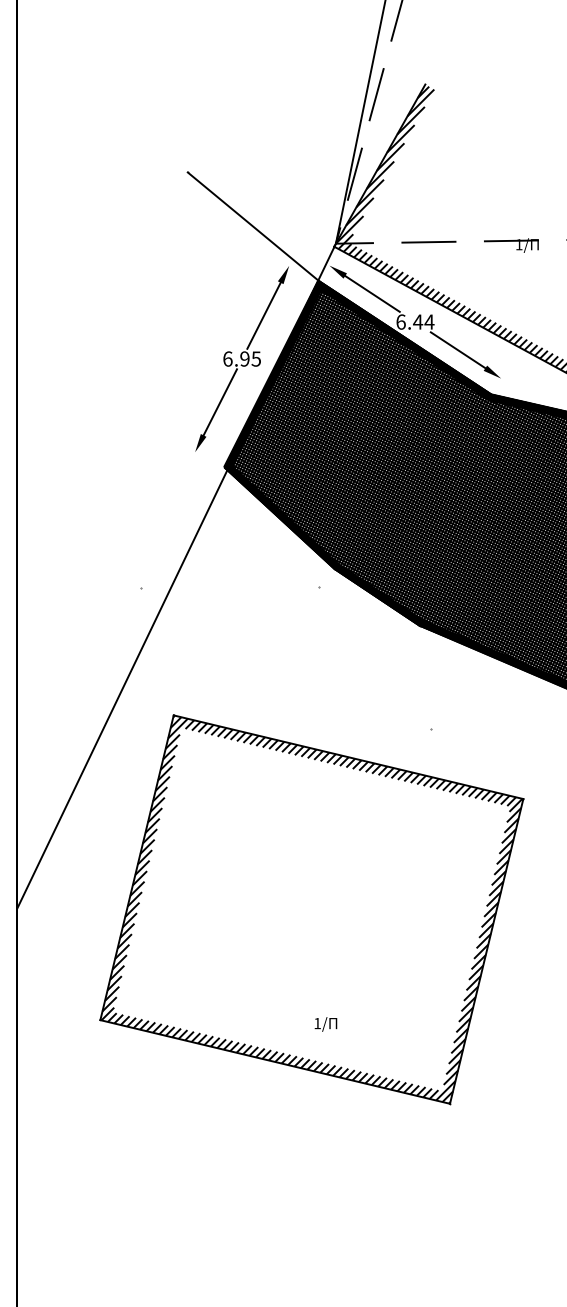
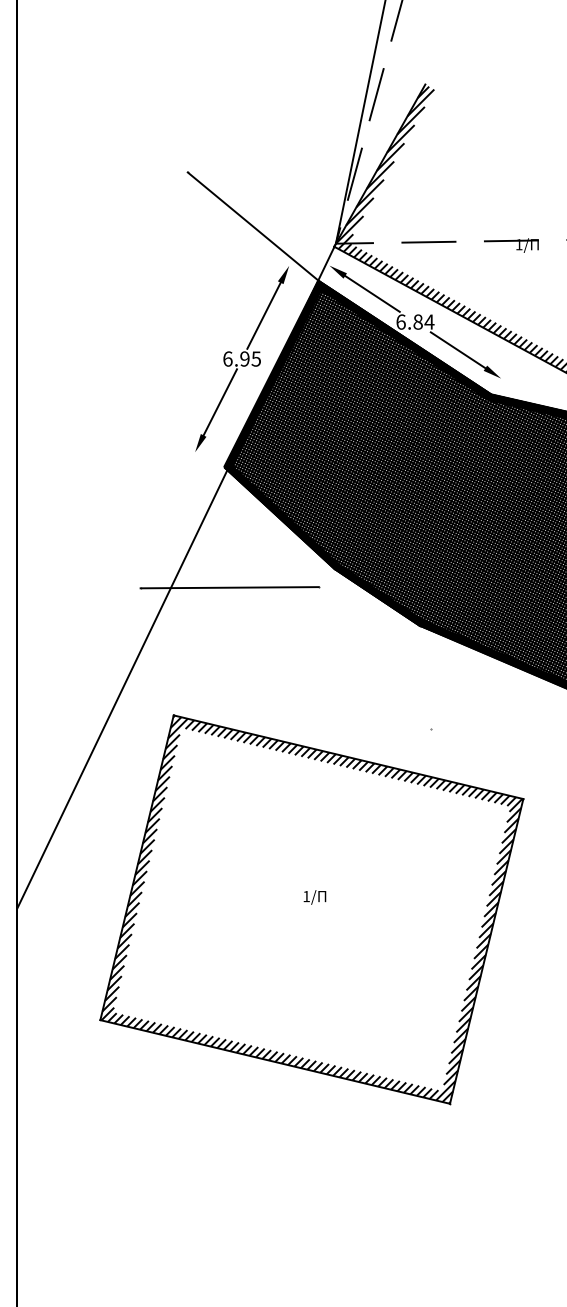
text at (418, 321): 6.44 -> 6.84
line at (229, 587): none -> present
text at (325, 1024) position: (325, 1024) -> (314, 897)
